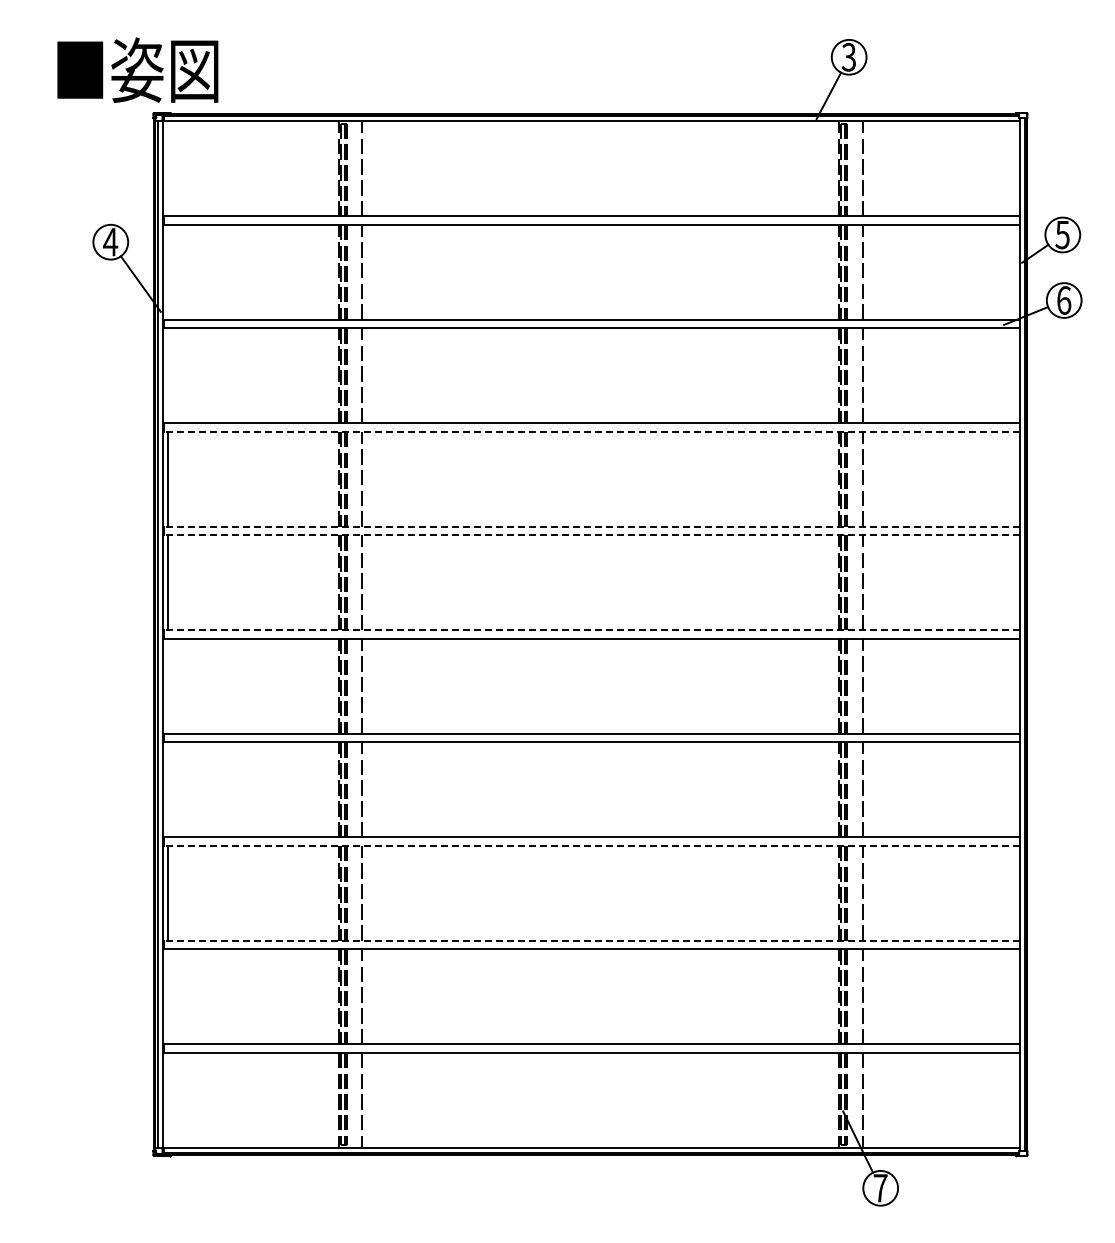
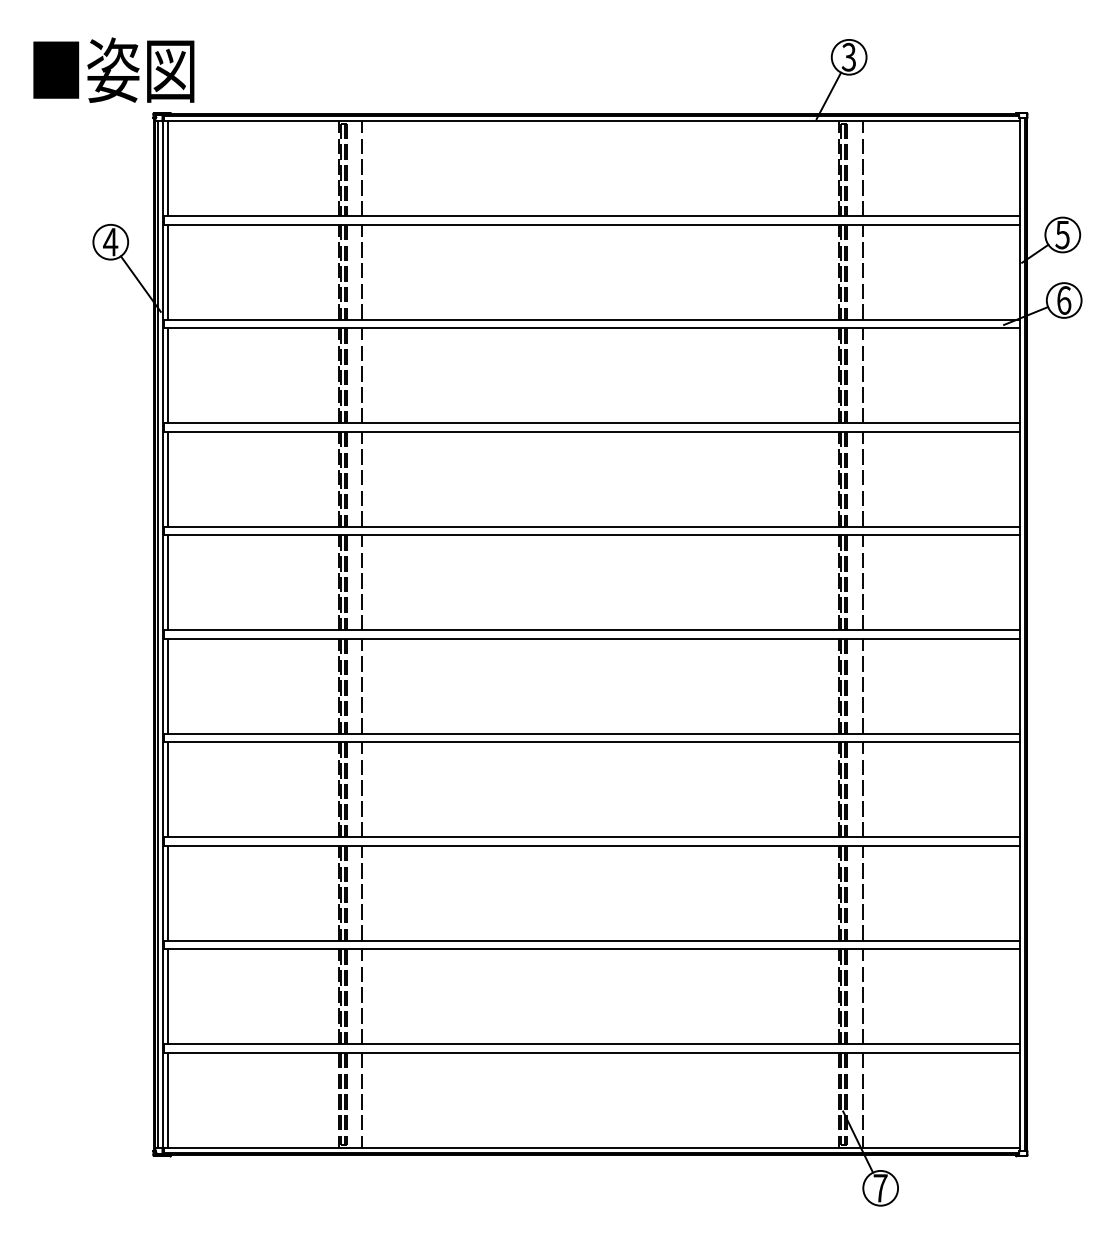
text at (137, 69) position: (137, 69) -> (113, 69)
line at (167, 168): none -> present
line at (167, 271): none -> present
line at (167, 375): none -> present
line at (591, 431): dashed -> solid
line at (591, 526): dashed -> solid
line at (591, 535): dashed -> solid
line at (591, 630): dashed -> solid
line at (167, 685): none -> present
line at (167, 789): none -> present
line at (591, 845): dashed -> solid
line at (591, 940): dashed -> solid
line at (167, 996): none -> present
line at (167, 1099): none -> present
